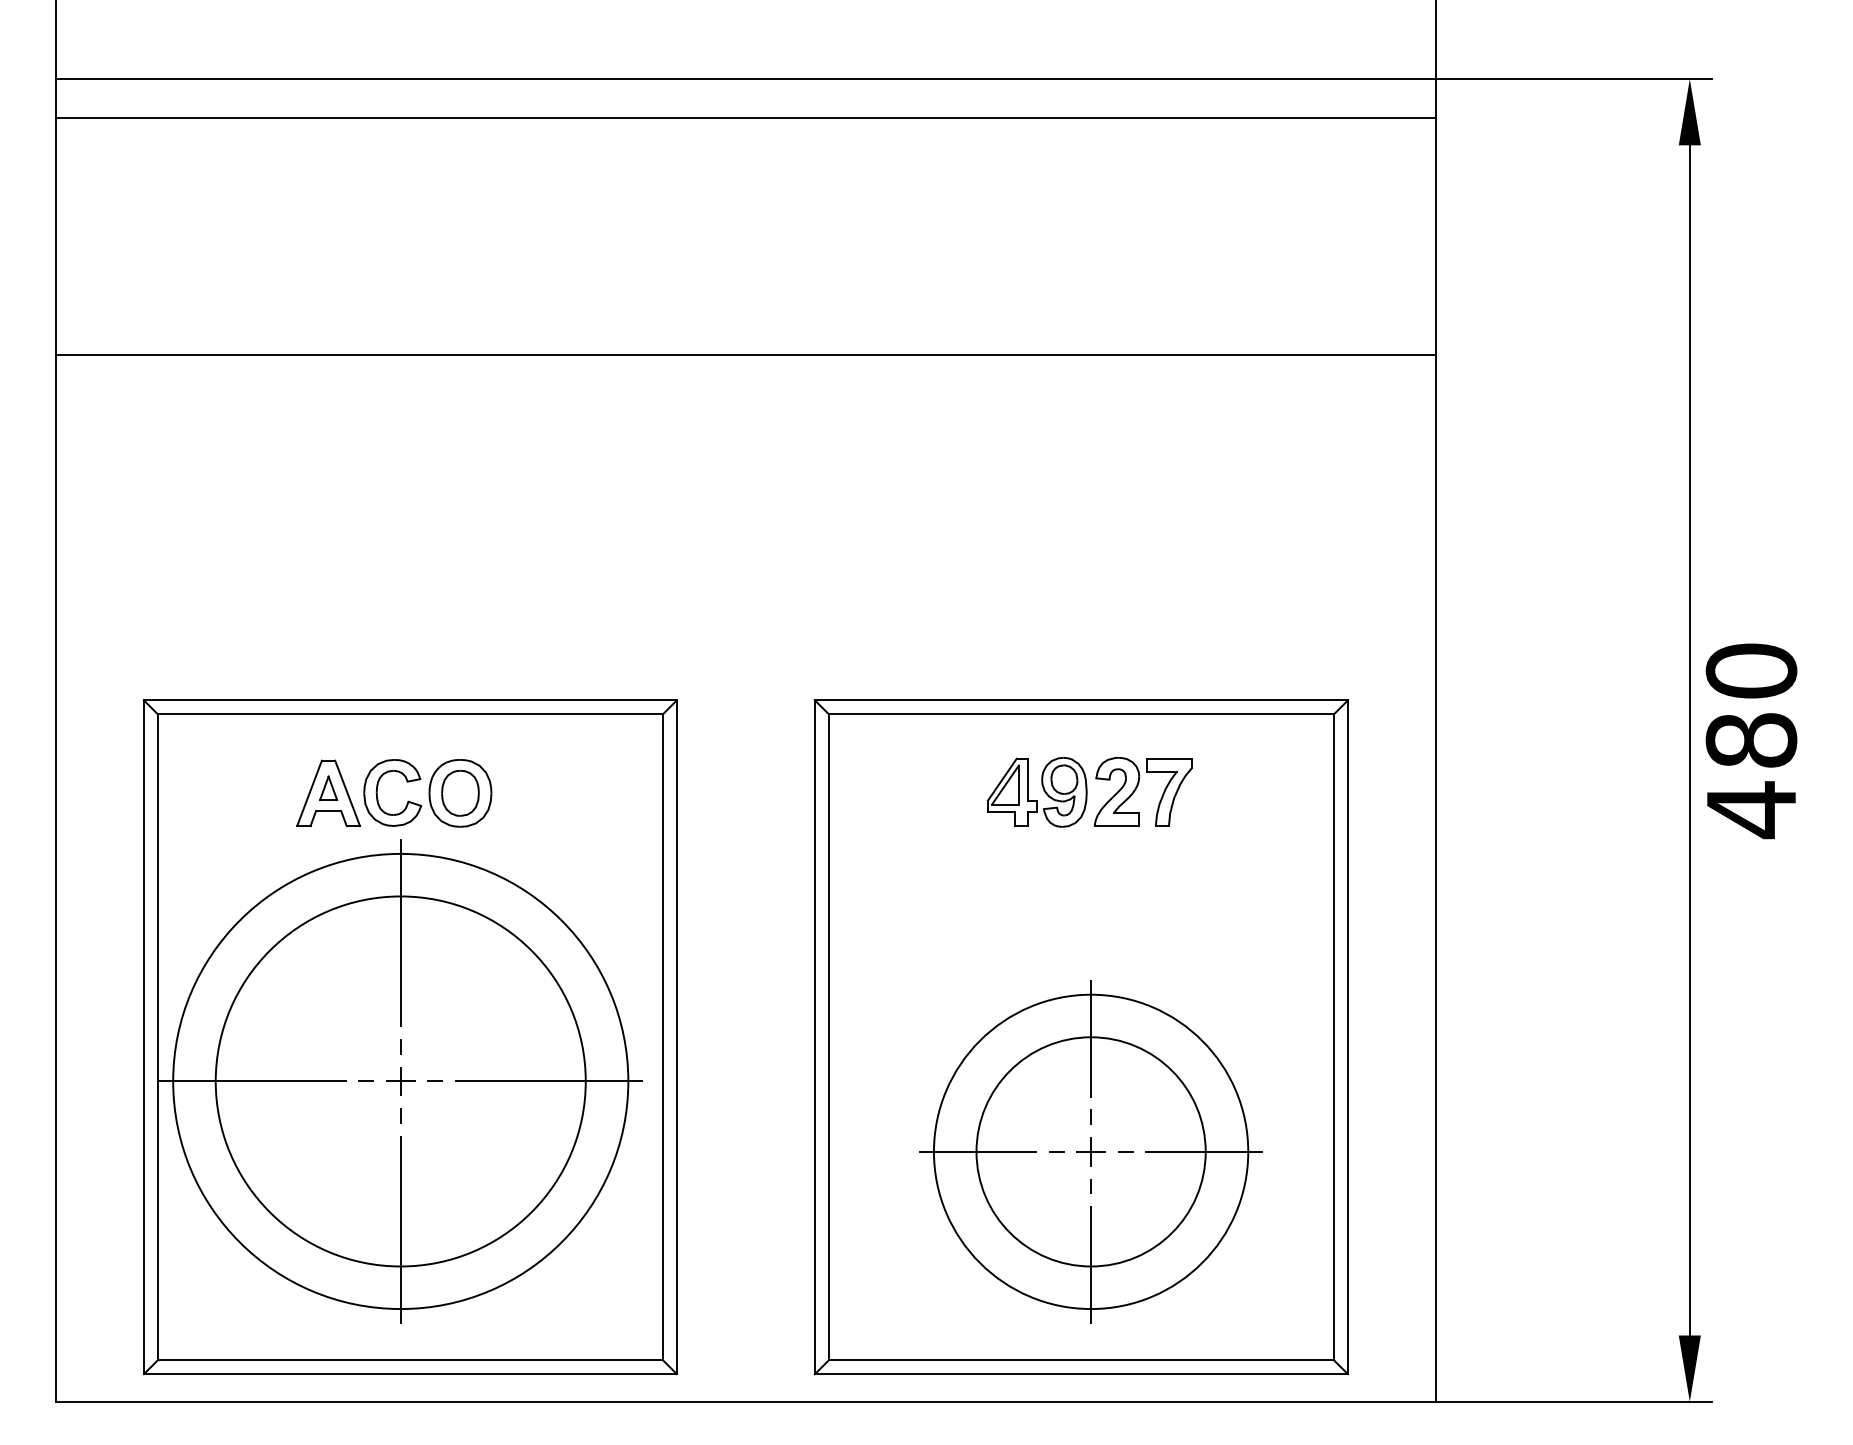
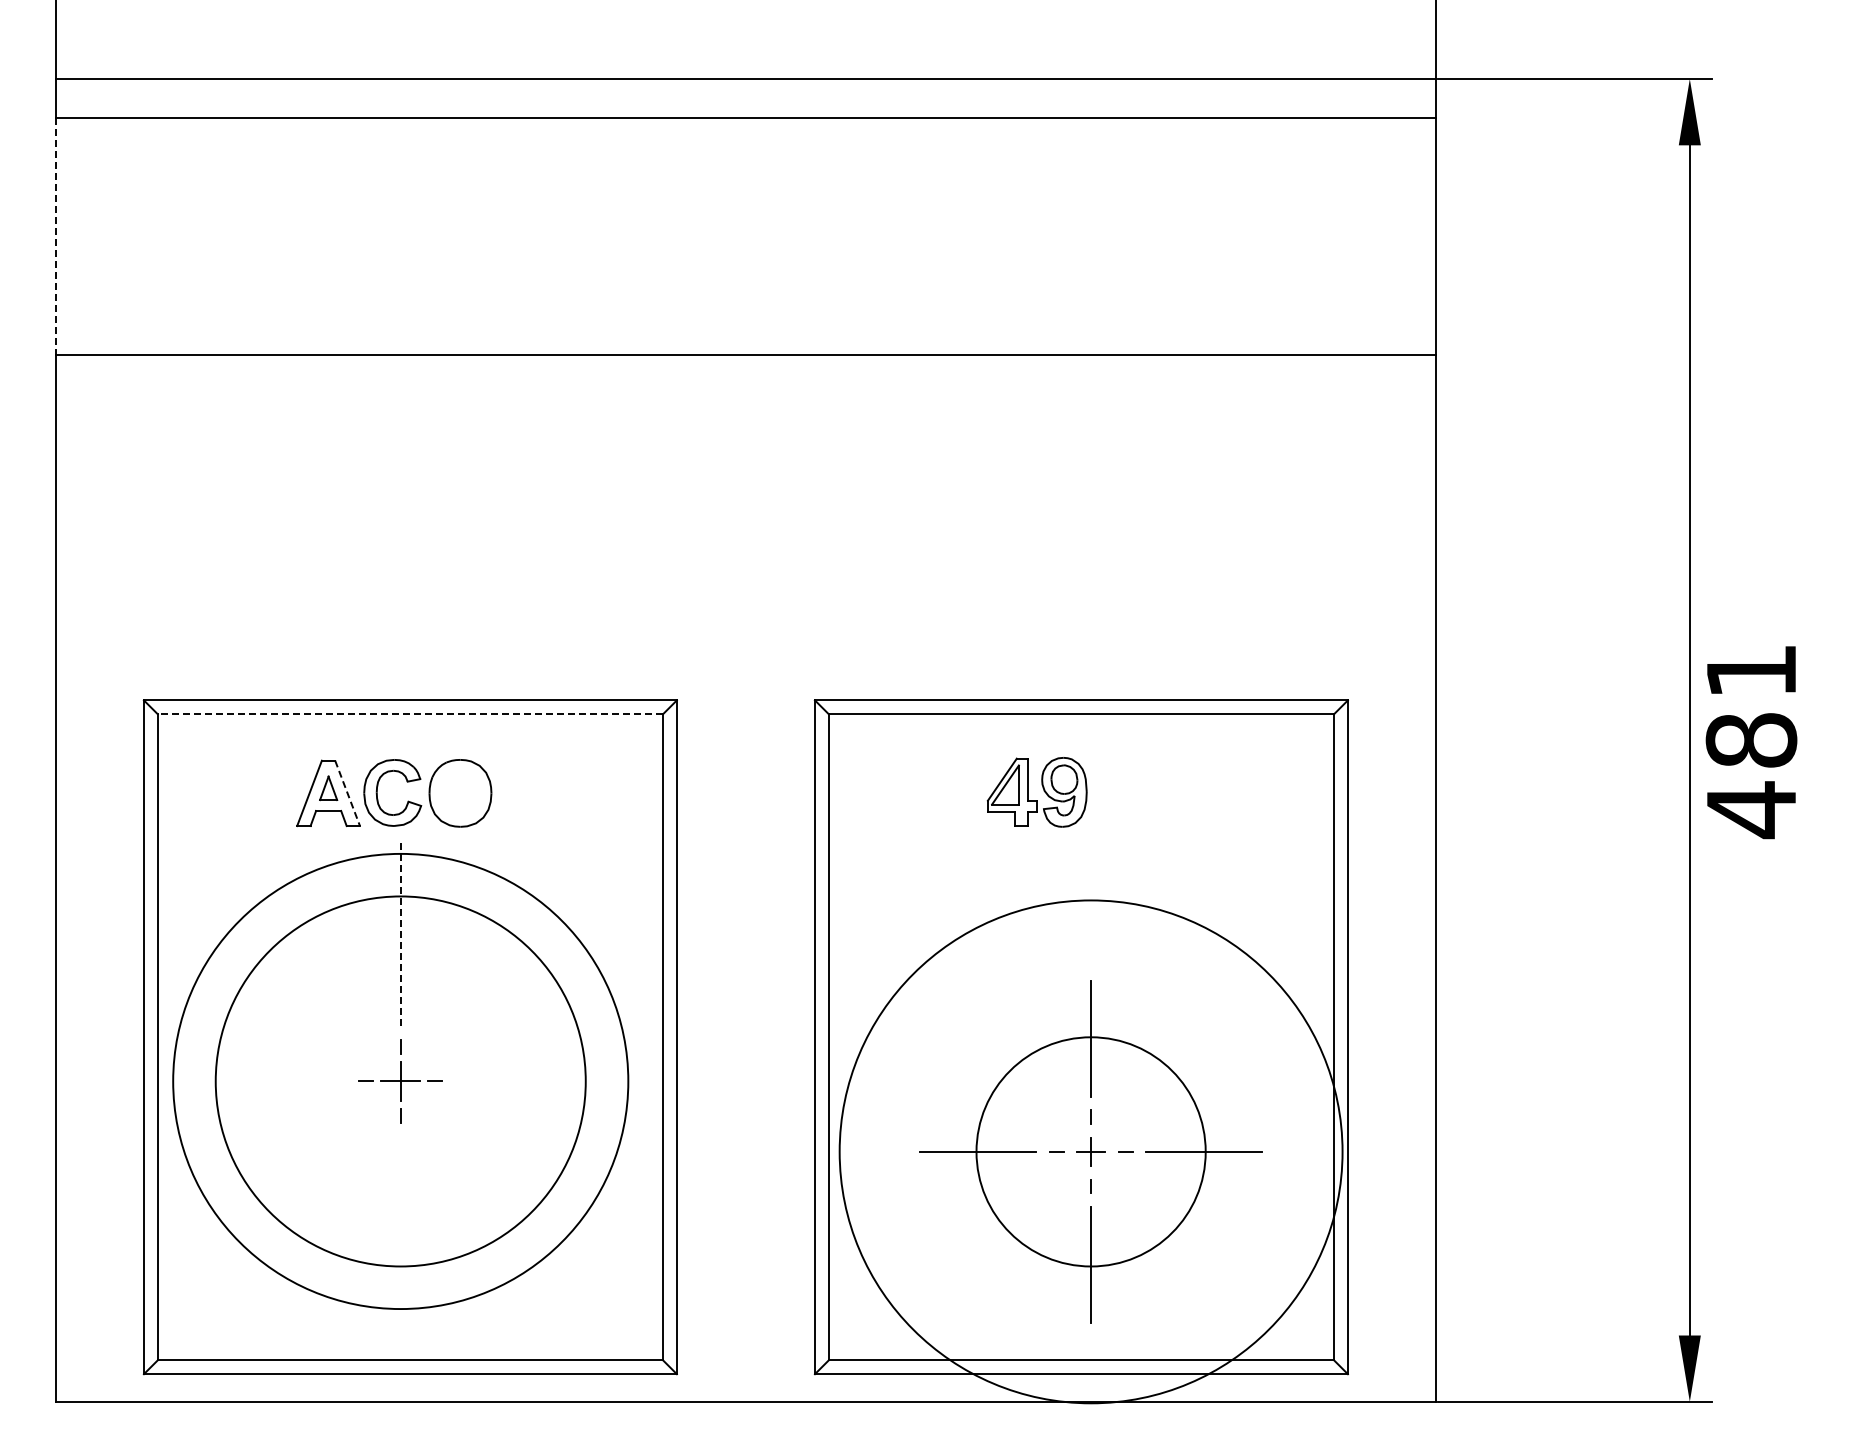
line at (55, 236): solid -> dashed
text at (1751, 670): 480 -> 481
line at (410, 714): solid -> dashed
part at (1136, 789): present -> none
part at (460, 792): present -> none
line at (347, 793): solid -> dashed
line at (400, 932): solid -> dashed
line at (252, 1081): present -> none
part at (400, 1081) size: 30x29 px -> 41x41 px
line at (548, 1081): present -> none
circle at (1090, 1151) diameter: 314 px -> 503 px
line at (400, 1229): present -> none
